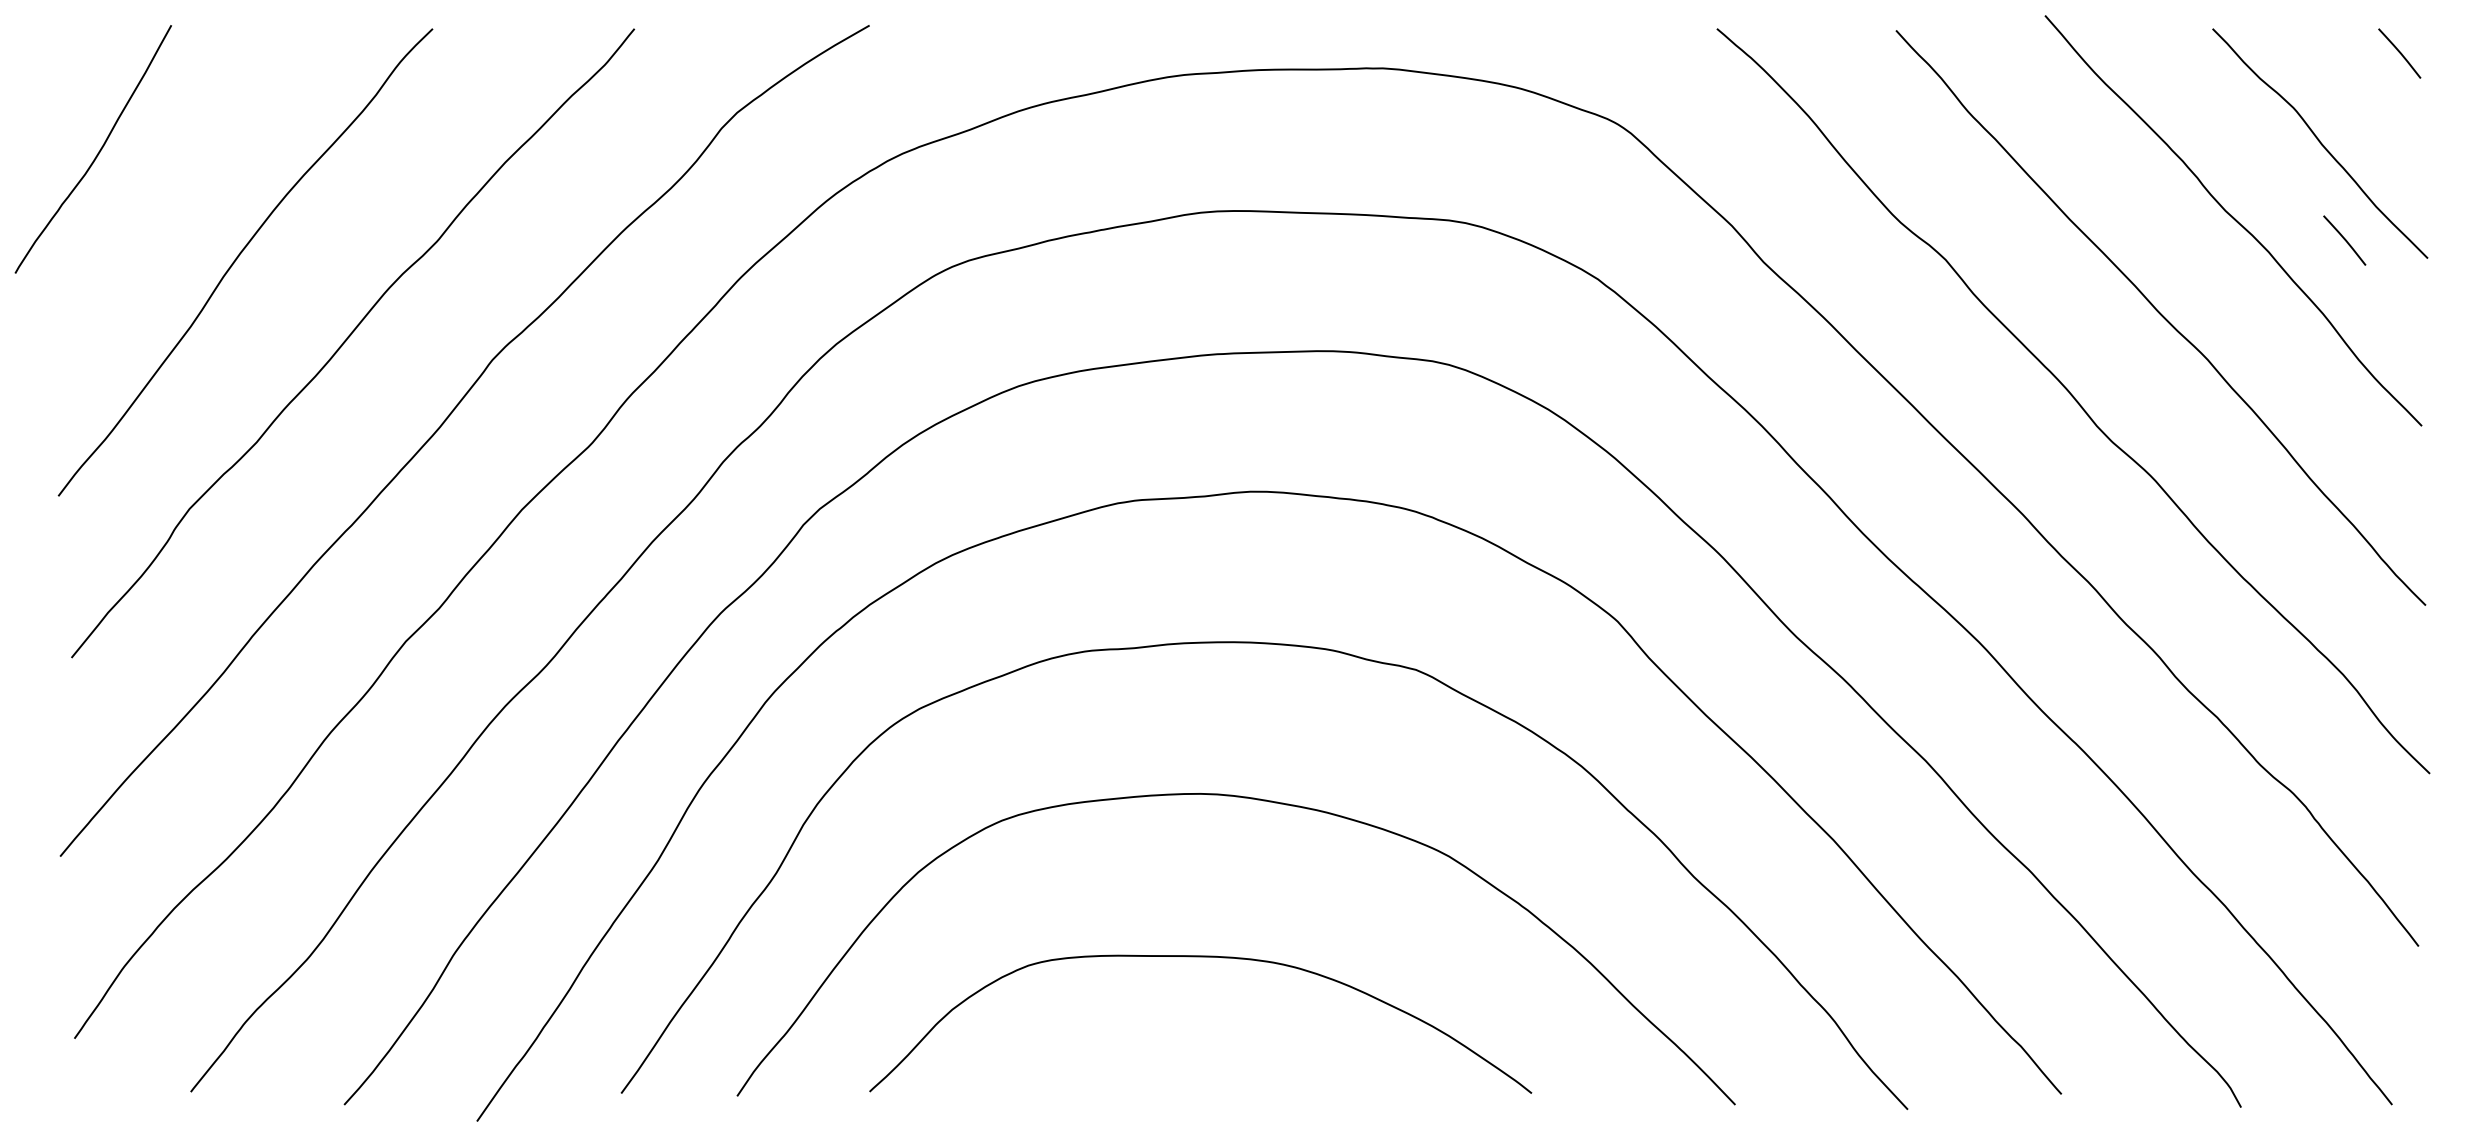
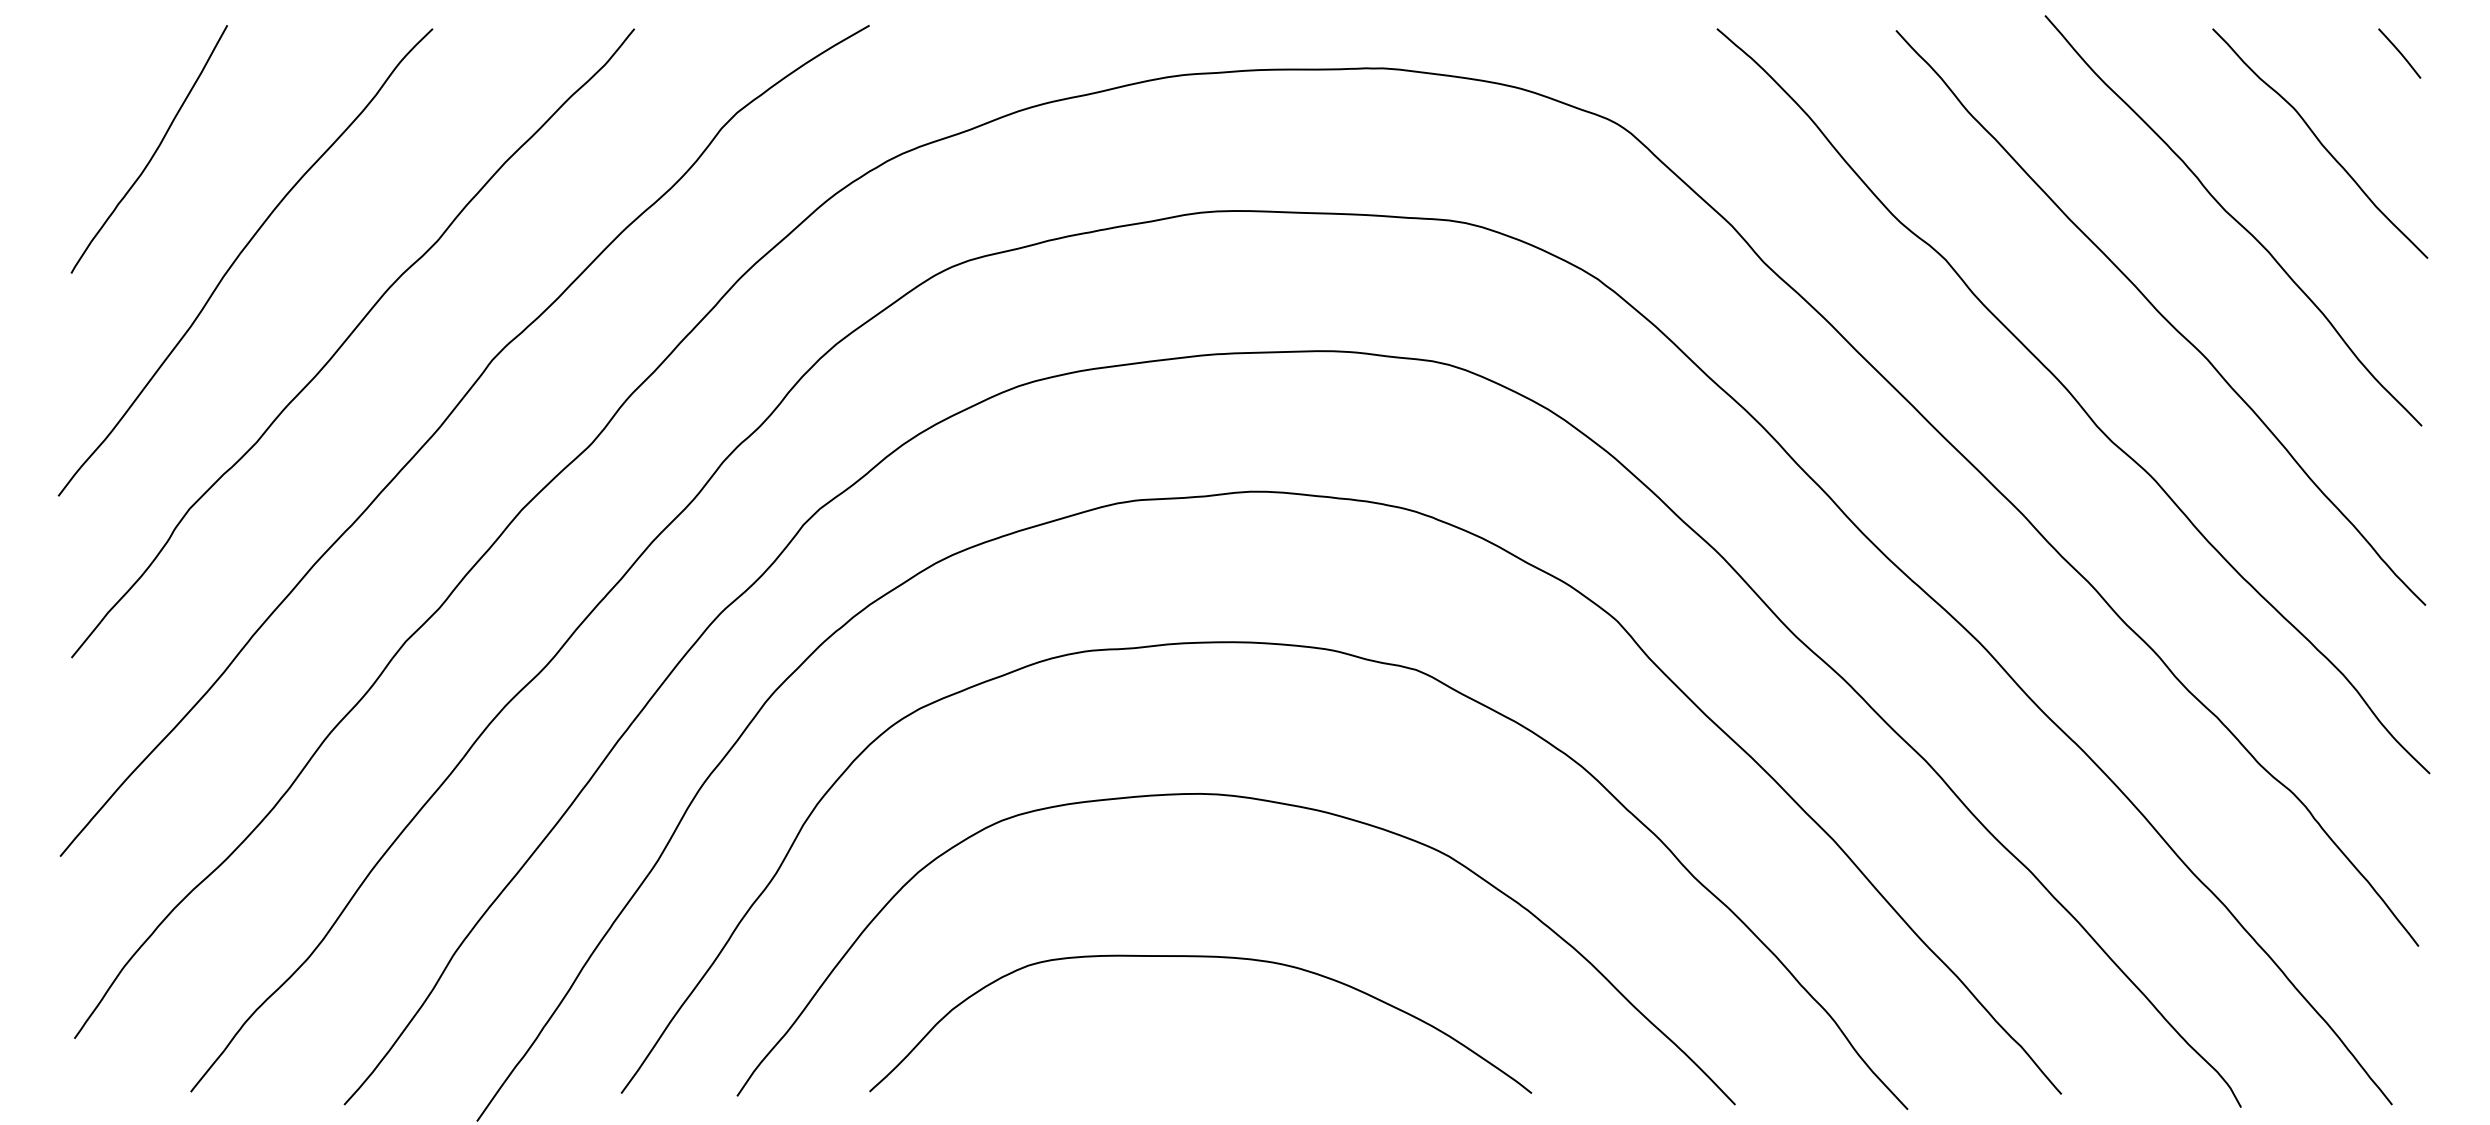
curve at (98, 151) position: (98, 151) -> (154, 151)
line at (2344, 240): present -> none
